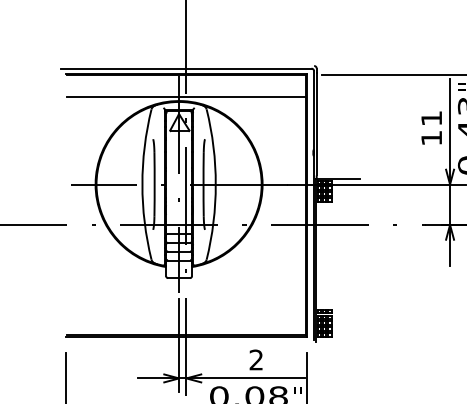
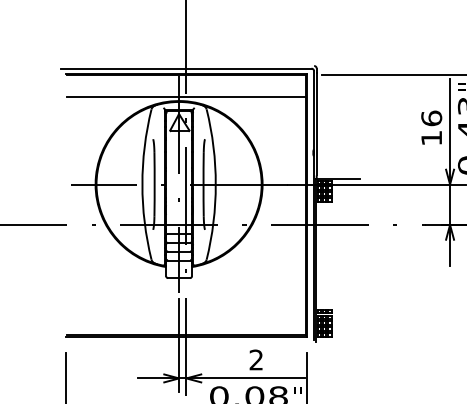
text at (431, 118): 11 -> 16
